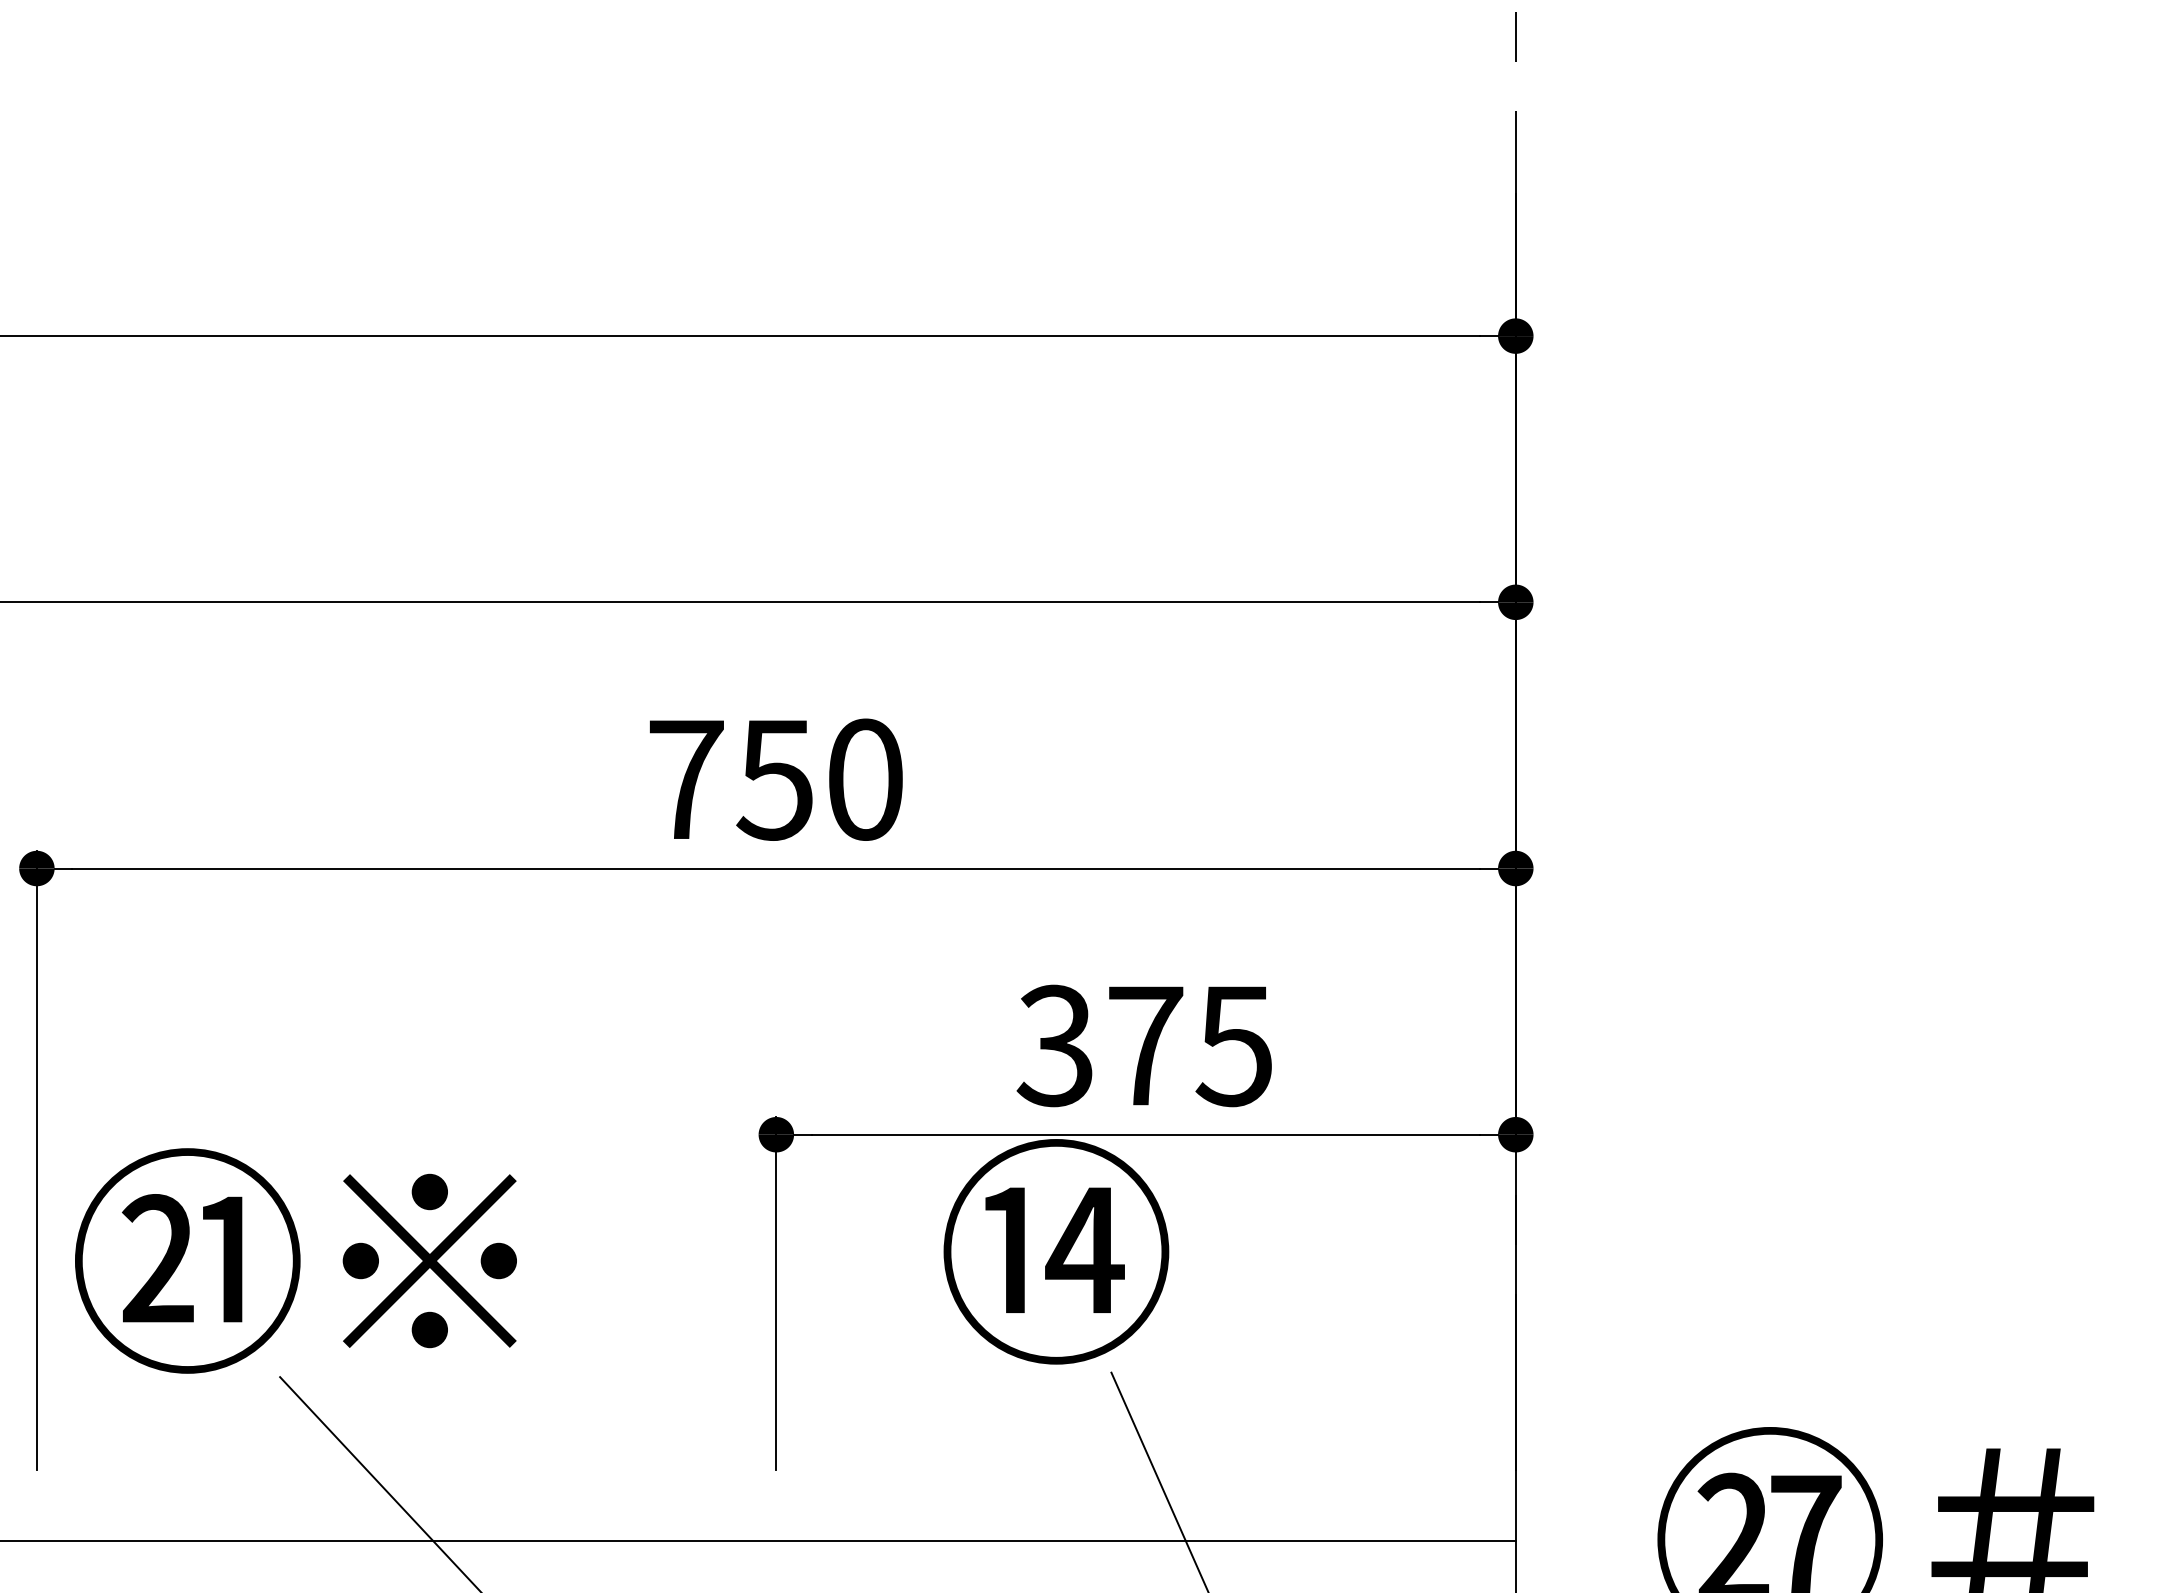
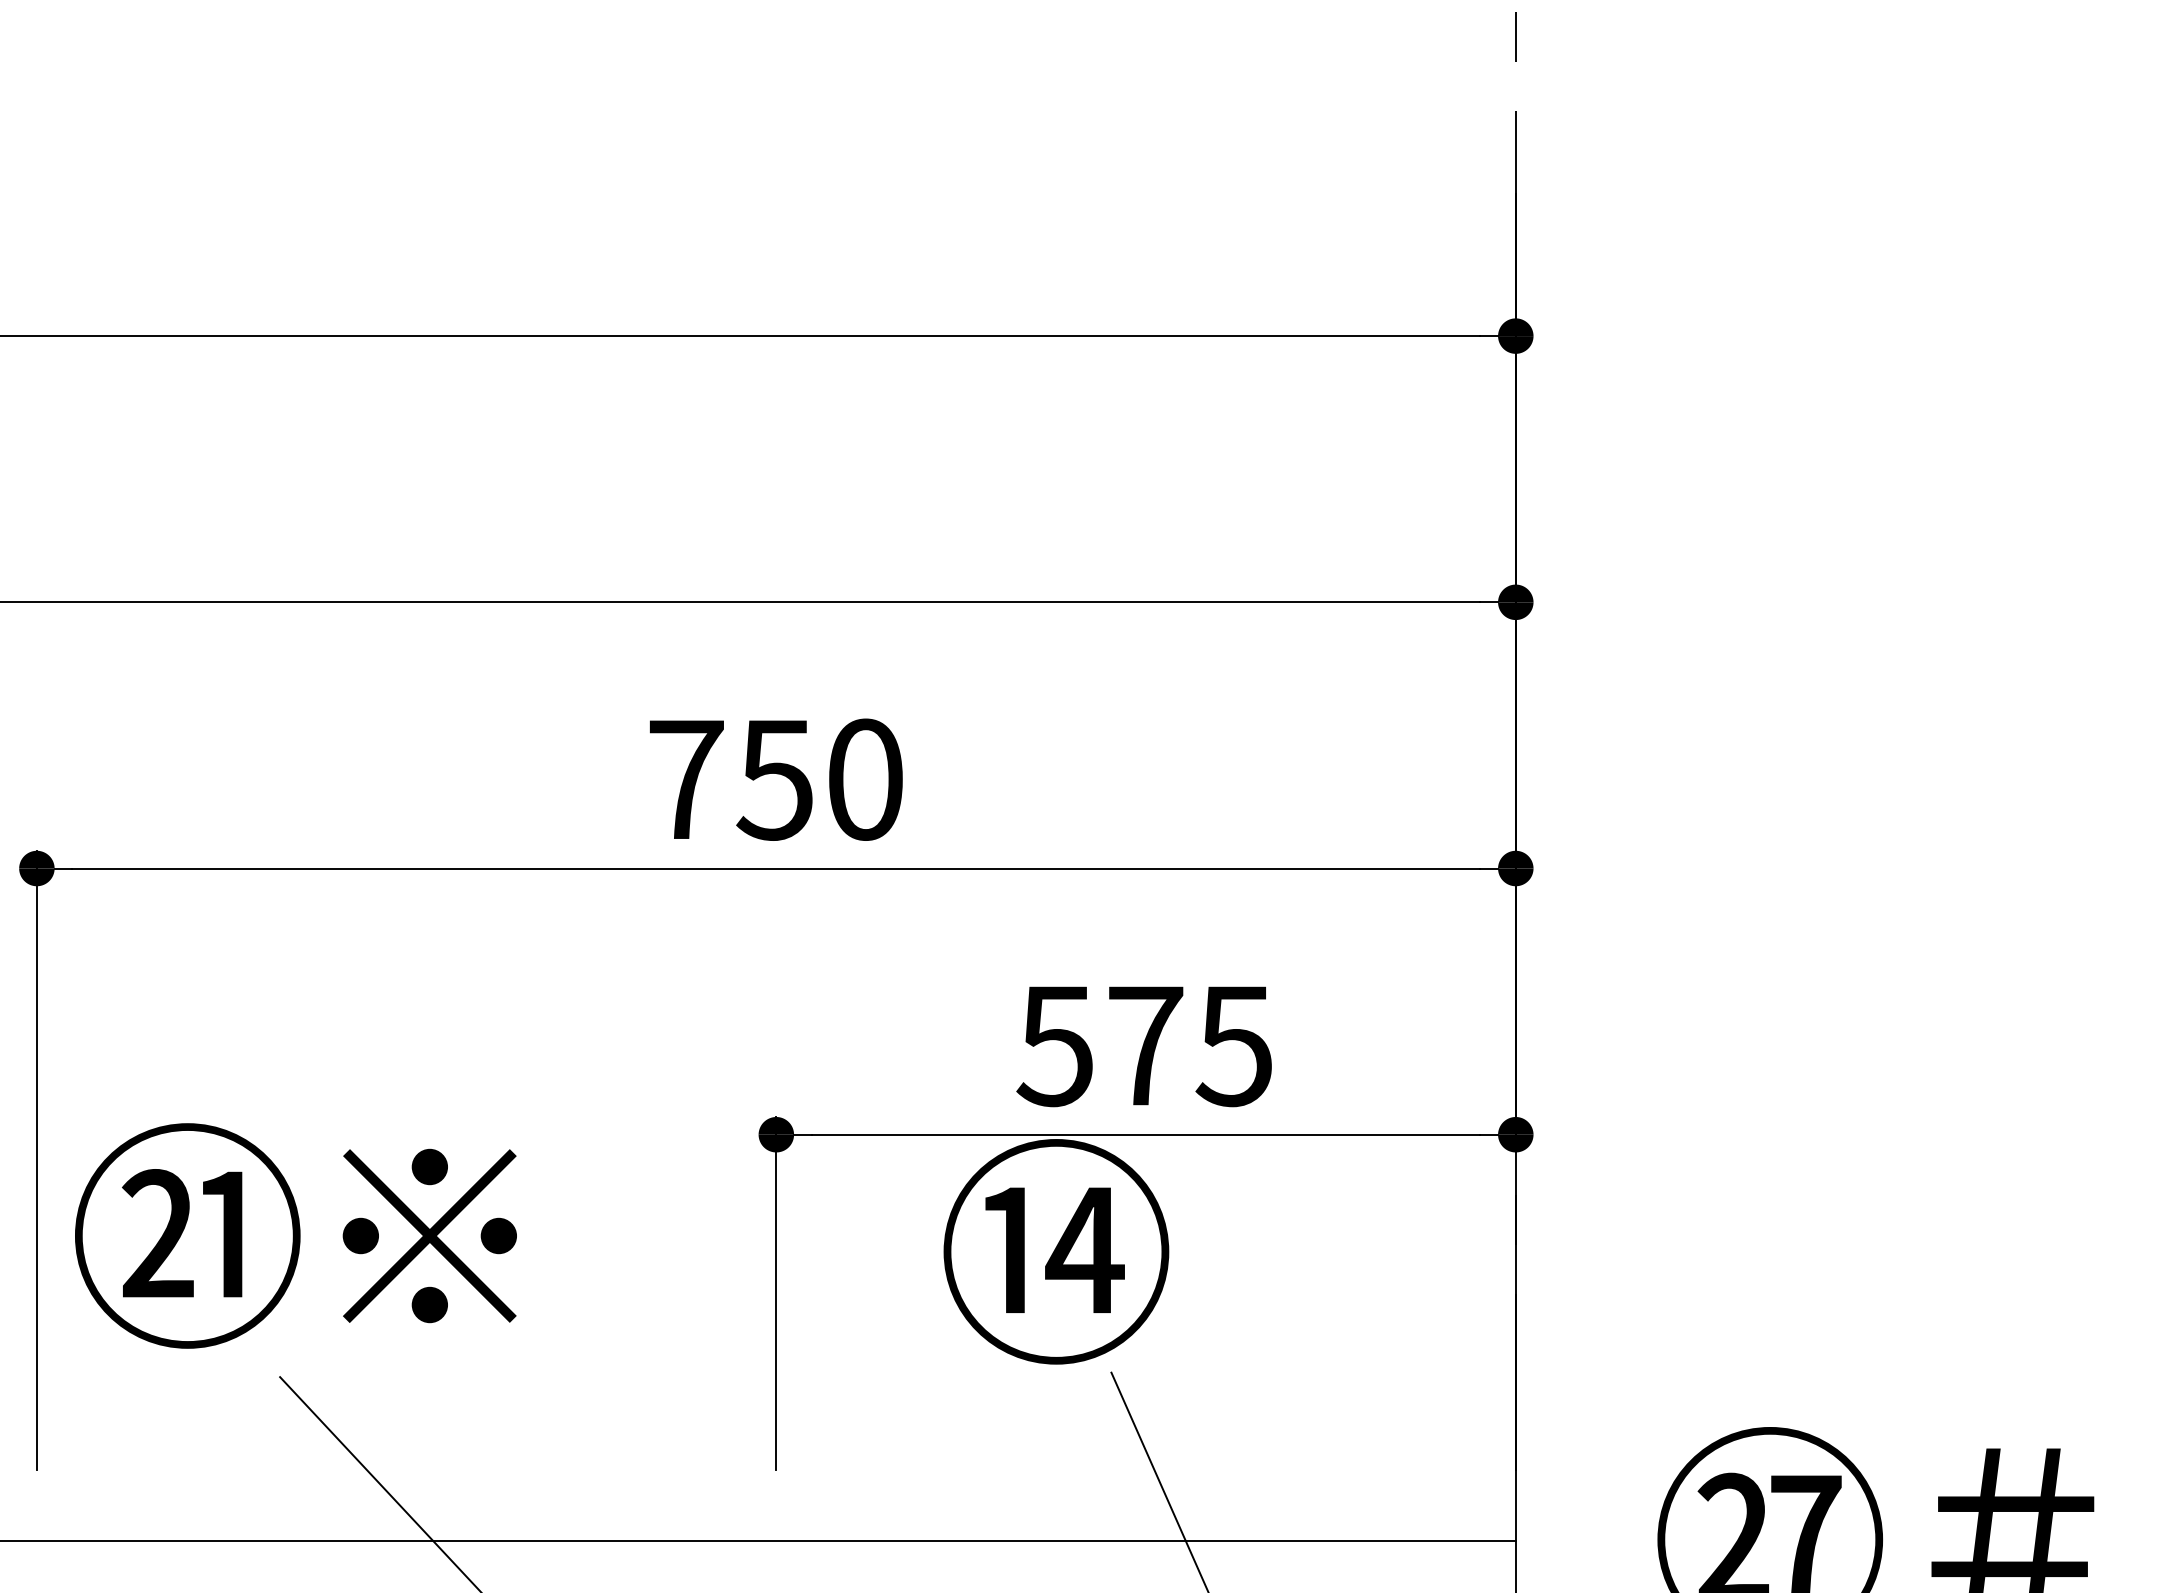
text at (1054, 1045): 375 -> 575
text at (295, 1260) position: (295, 1260) -> (295, 1235)
